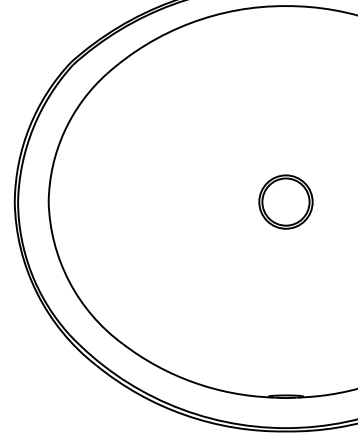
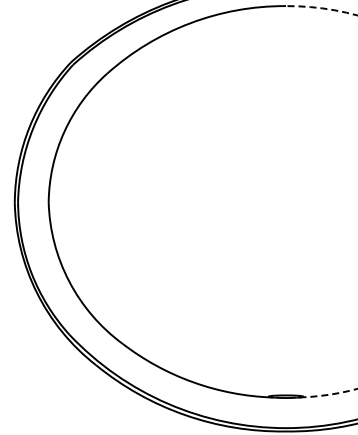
arc at (322, 8): solid -> dashed
part at (285, 201): present -> none
arc at (329, 394): solid -> dashed
